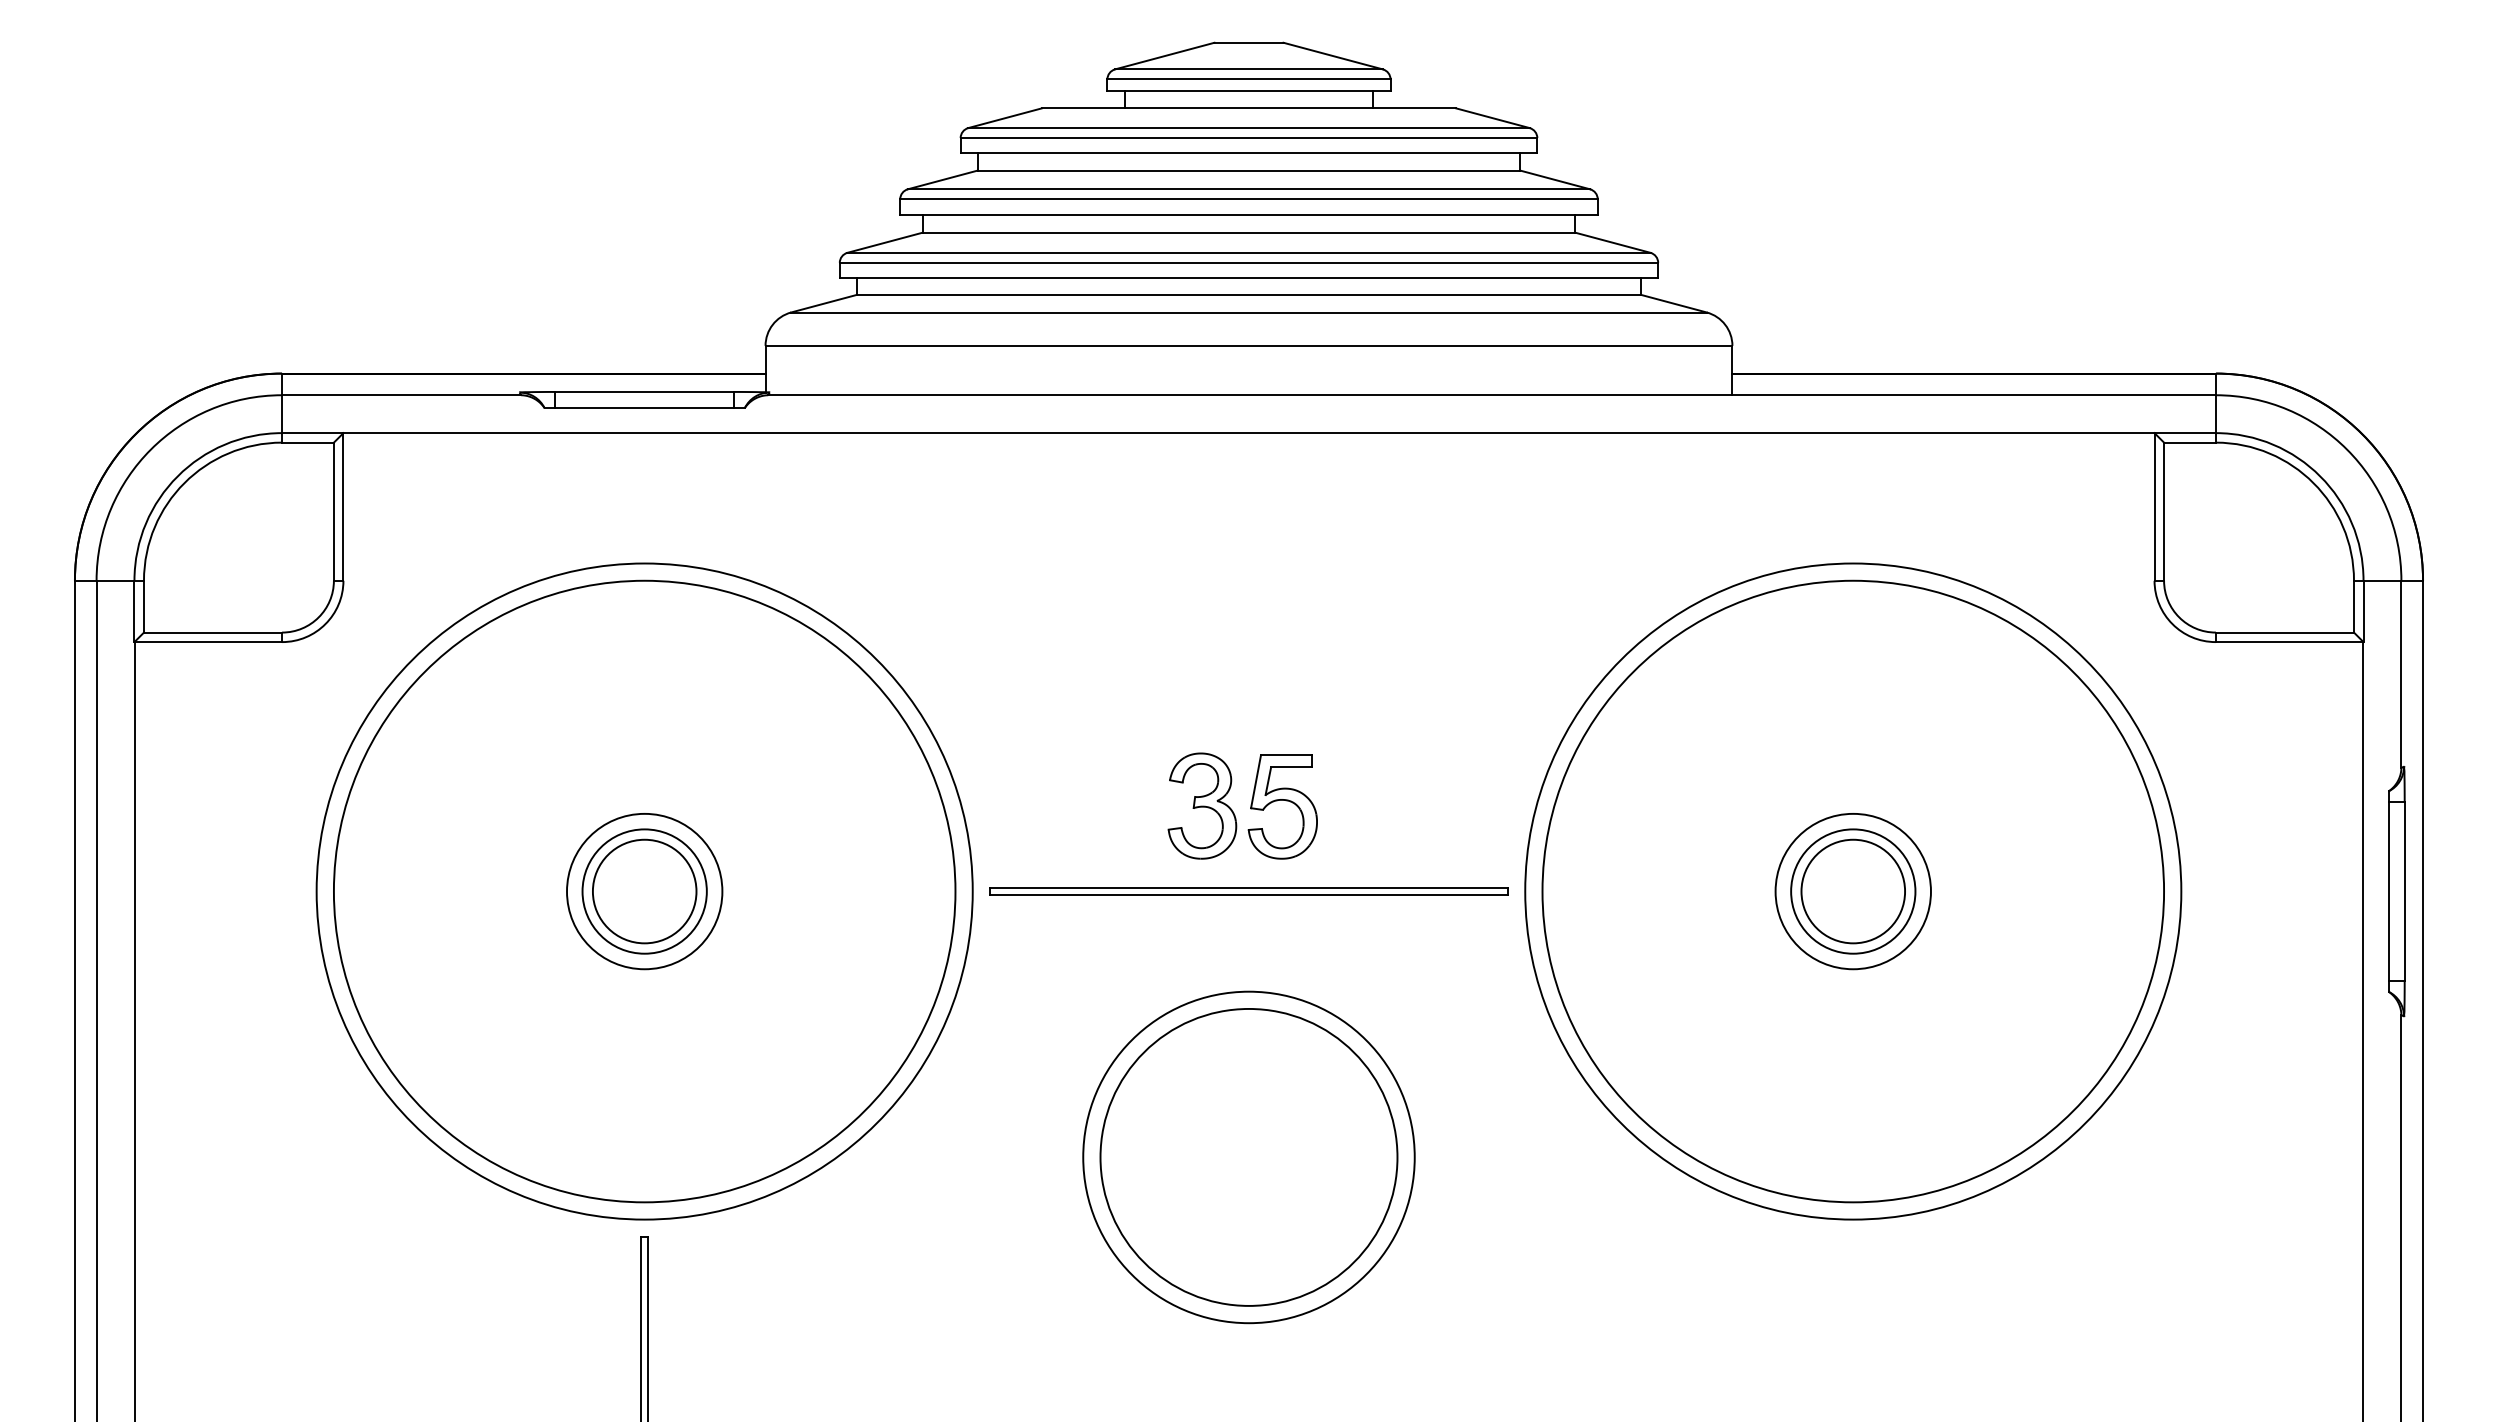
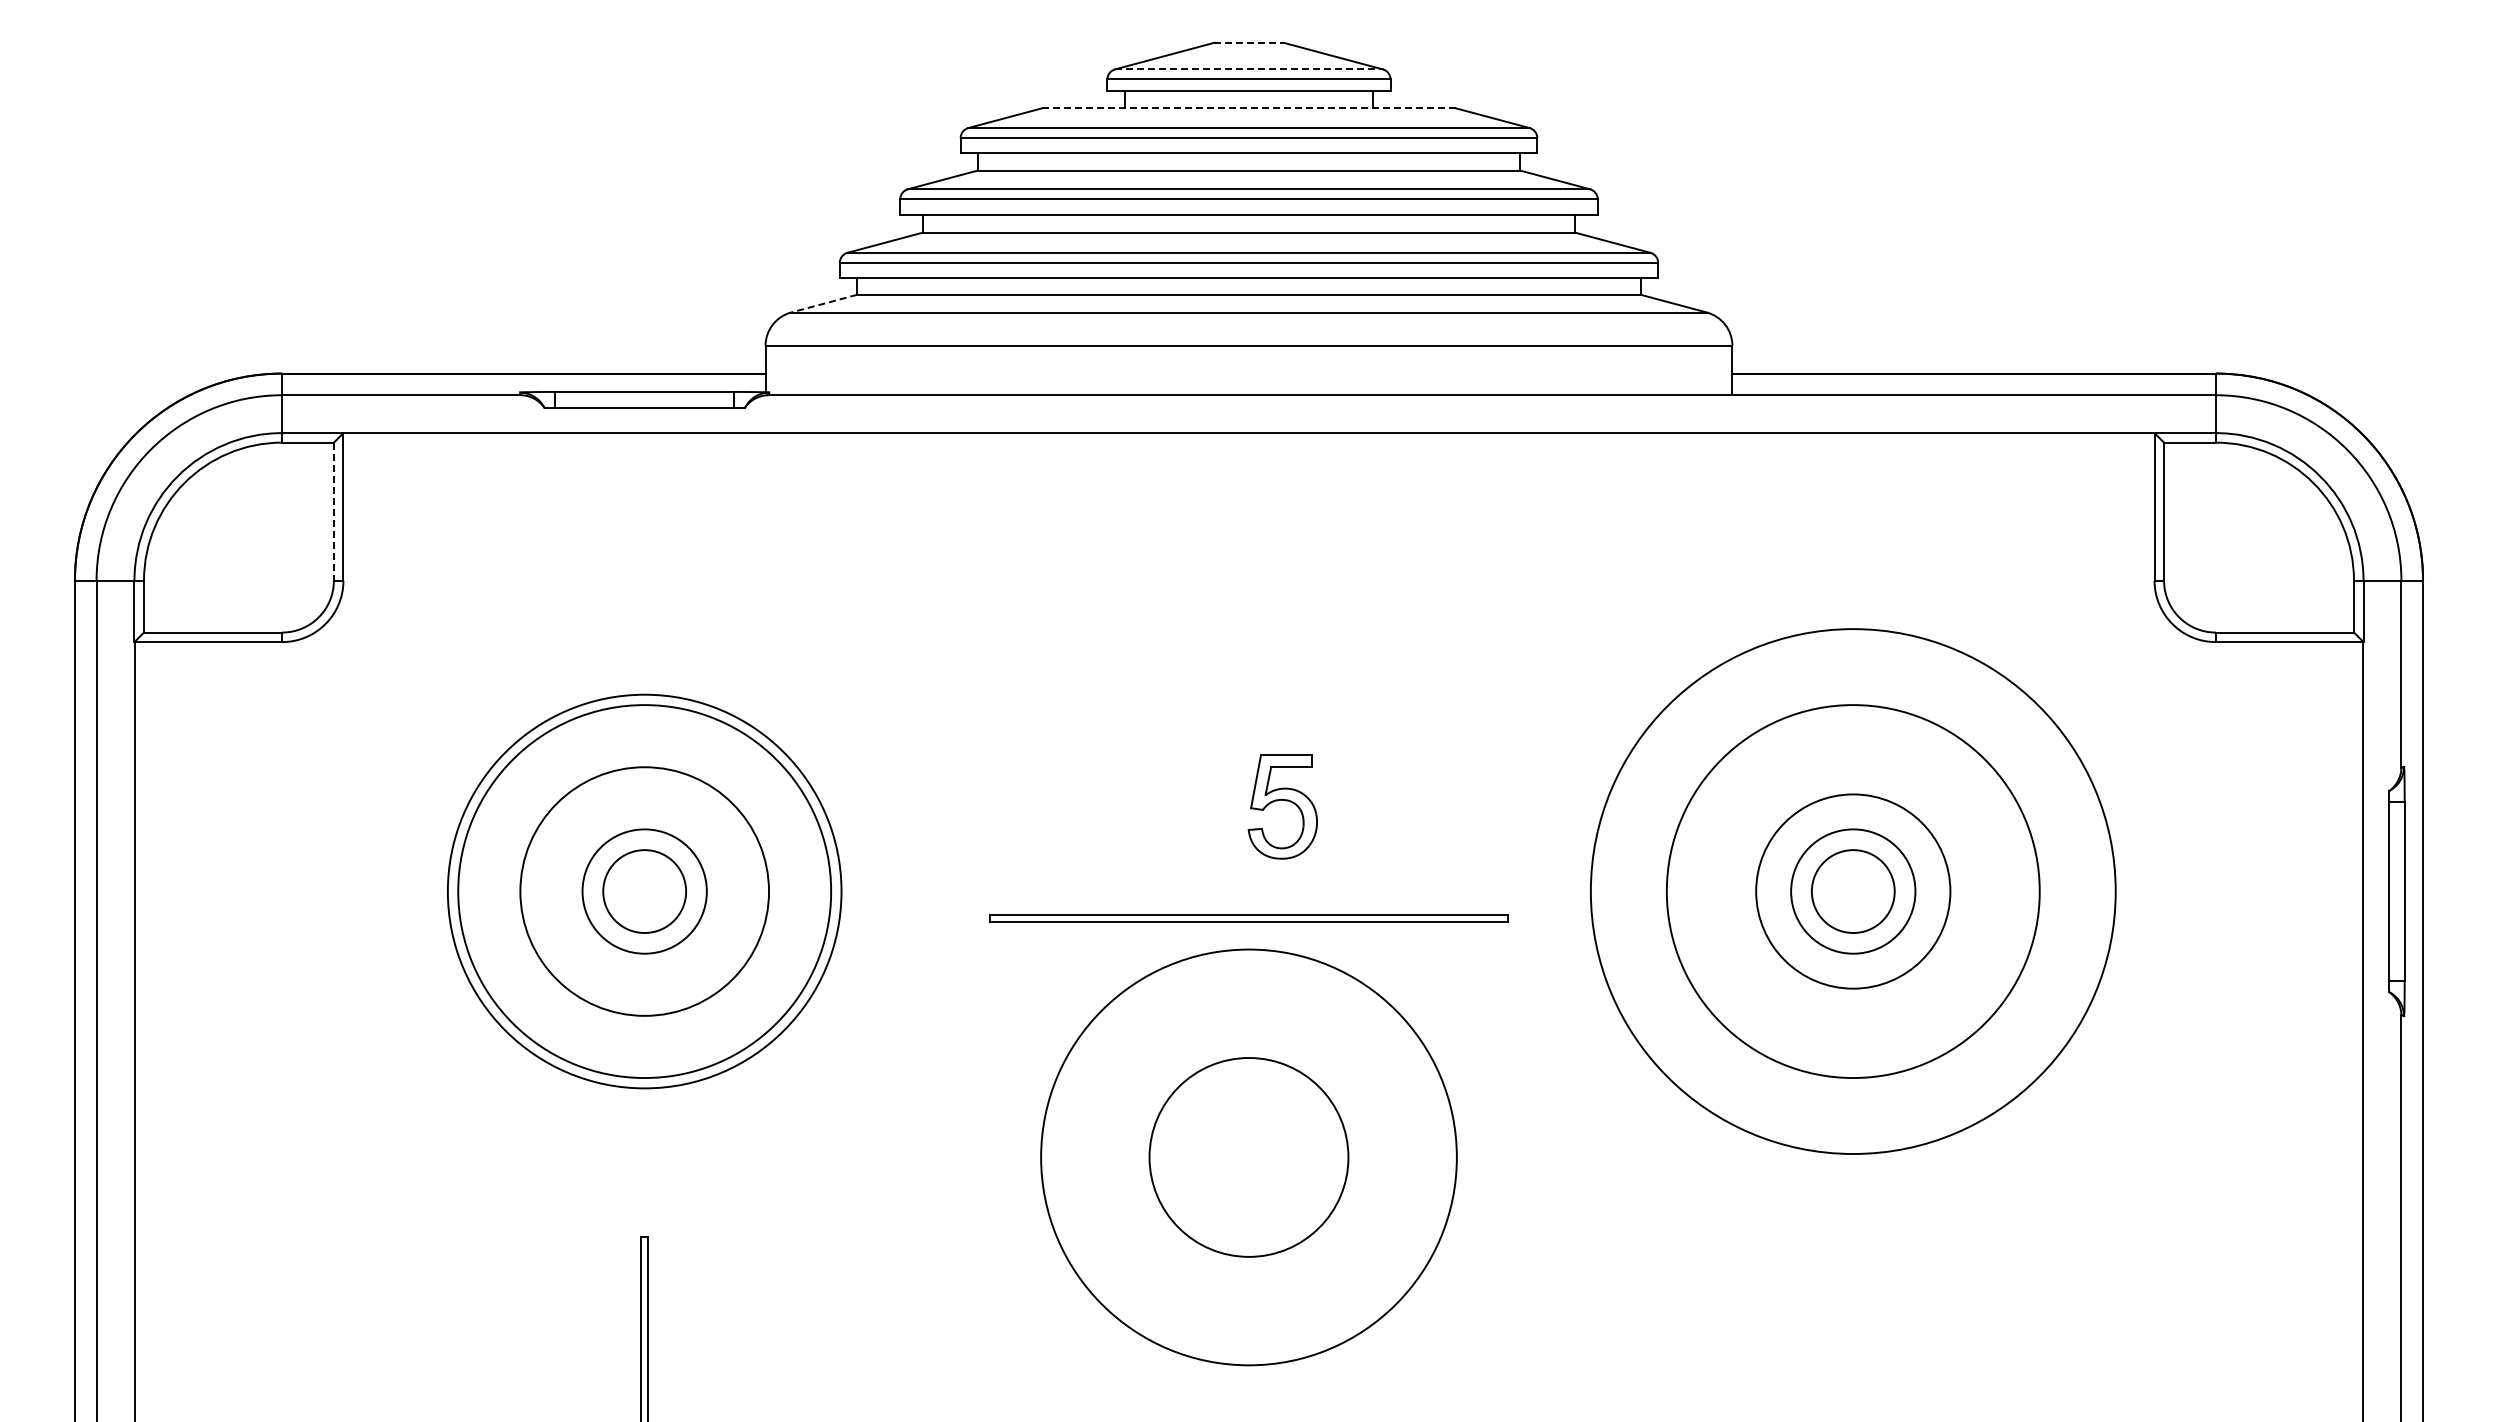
line at (1249, 42): solid -> dashed
line at (1249, 69): solid -> dashed
line at (1249, 108): solid -> dashed
line at (823, 303): solid -> dashed
line at (333, 512): solid -> dashed
part at (1202, 805): present -> none
circle at (644, 891) diameter: 104 px -> 83 px
circle at (644, 891) diameter: 155 px -> 249 px
circle at (644, 891) diameter: 622 px -> 373 px
circle at (644, 891) diameter: 656 px -> 394 px
part at (1248, 891) position: (1248, 891) -> (1248, 918)
circle at (1852, 891) diameter: 155 px -> 194 px
circle at (1853, 891) diameter: 104 px -> 83 px
circle at (1853, 891) diameter: 622 px -> 373 px
circle at (1853, 891) diameter: 656 px -> 525 px
circle at (1248, 1156) diameter: 297 px -> 416 px
circle at (1248, 1157) diameter: 331 px -> 199 px
